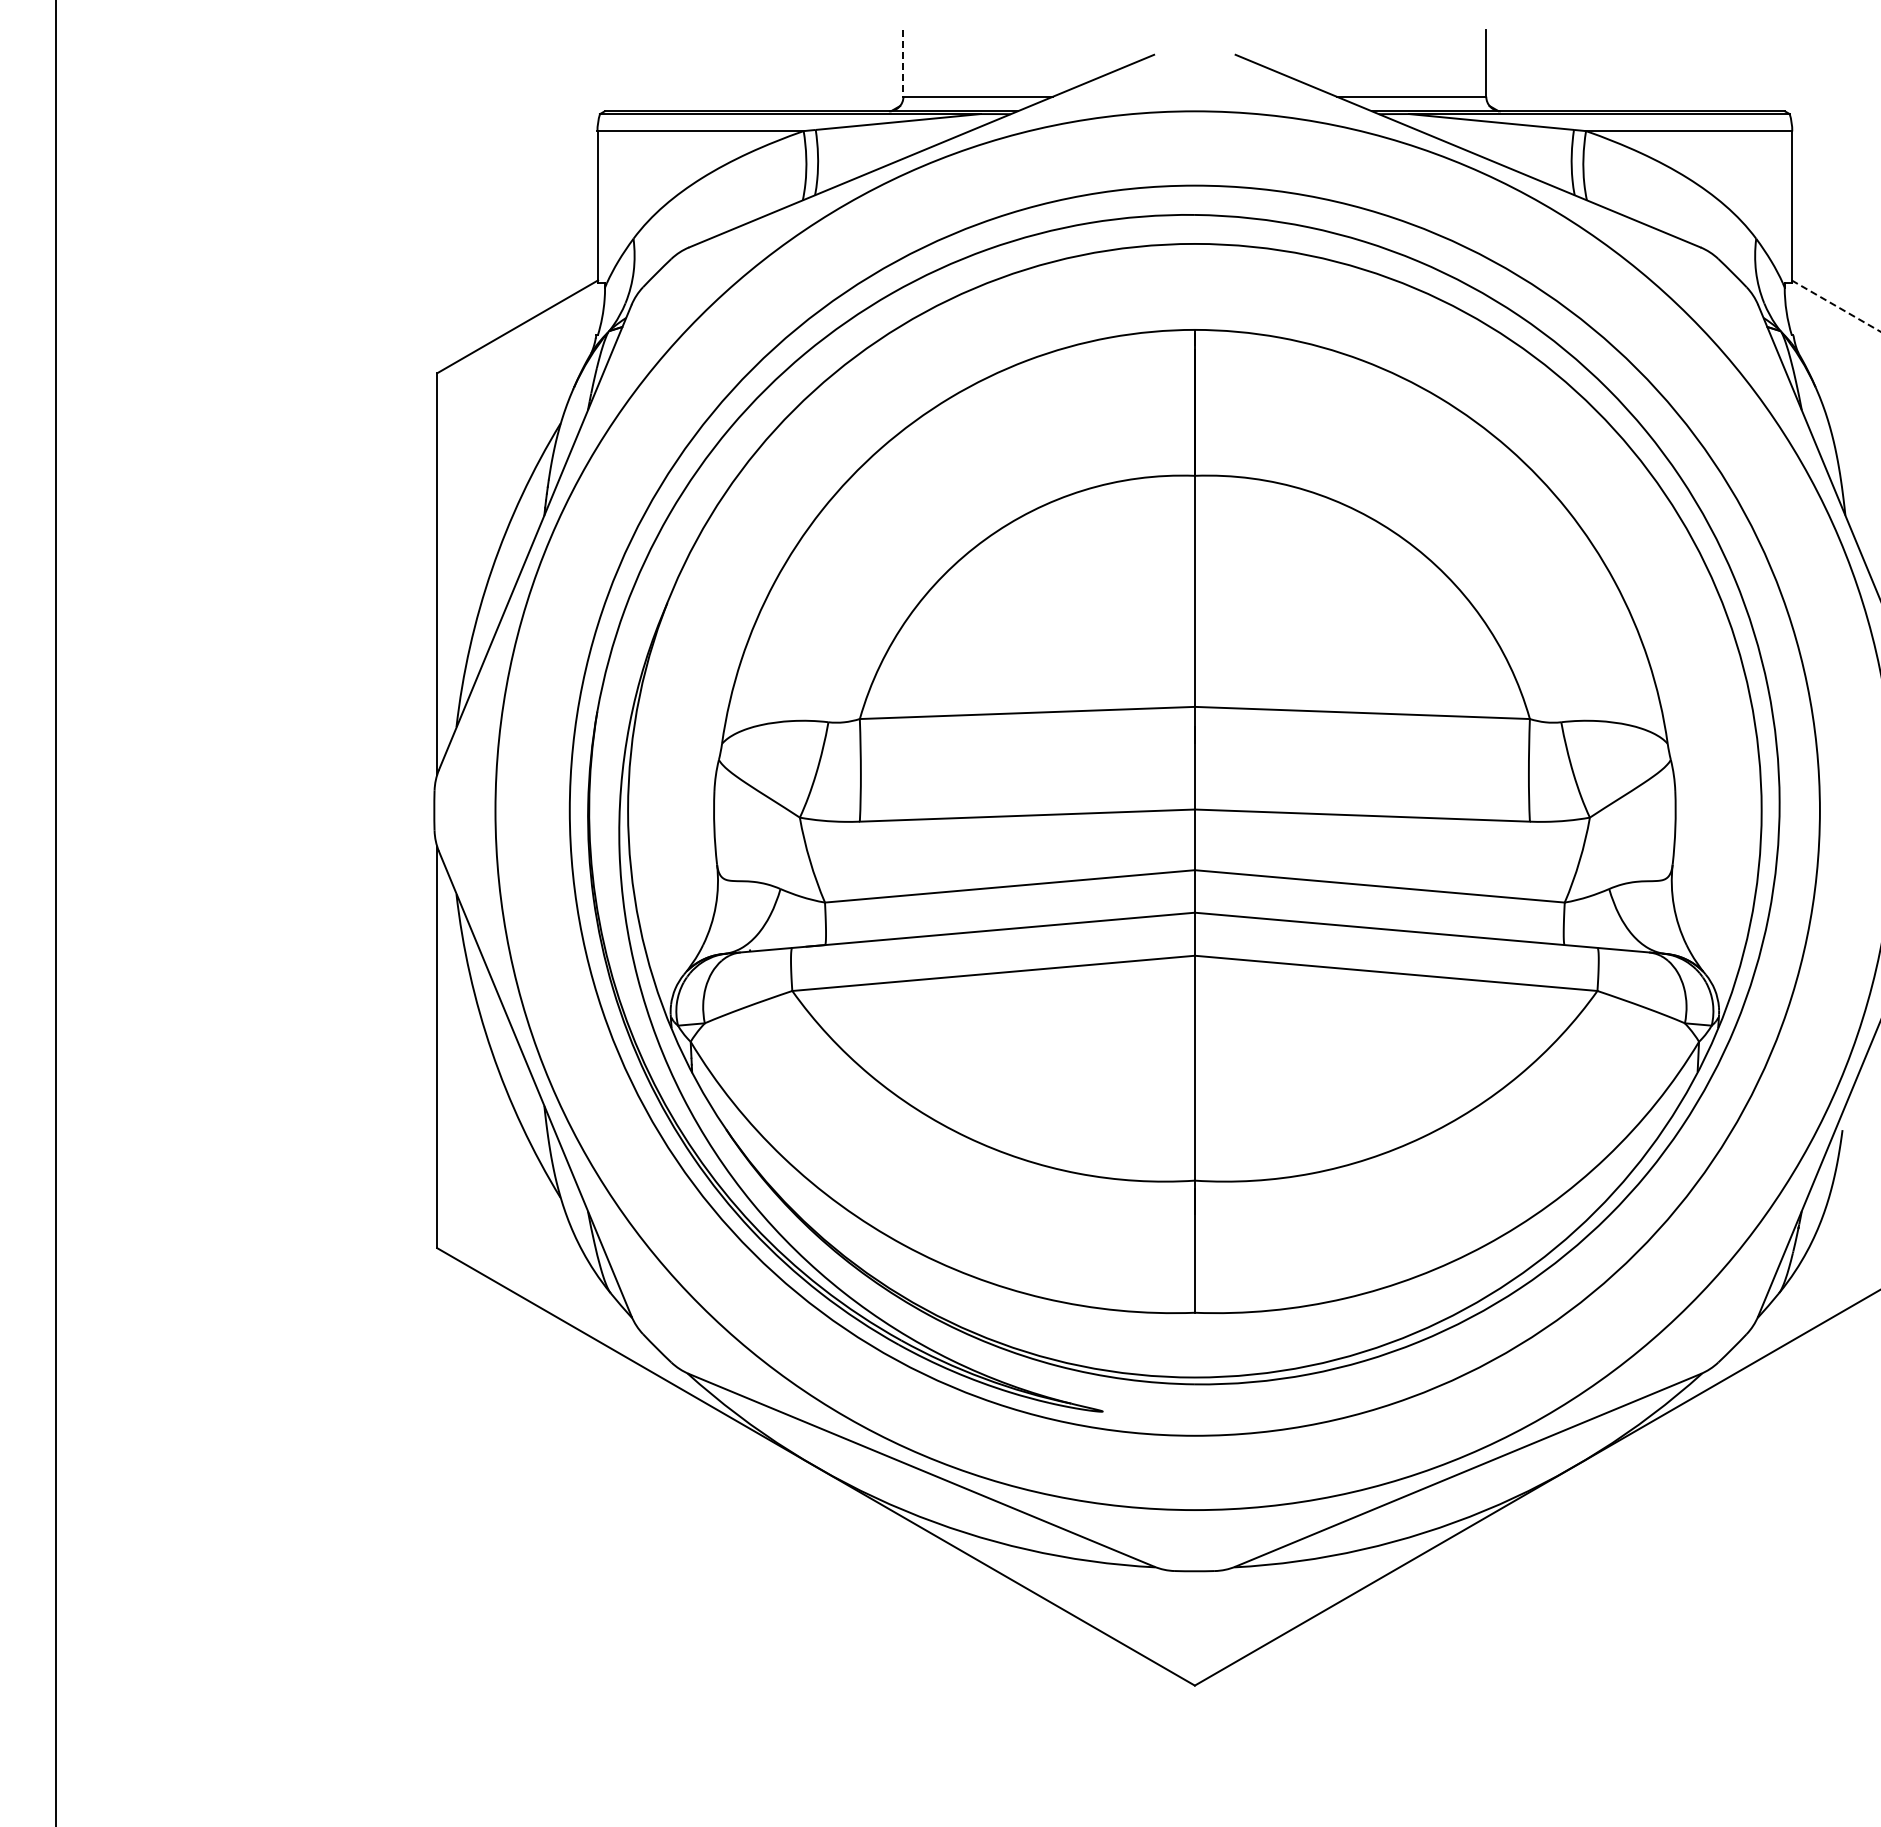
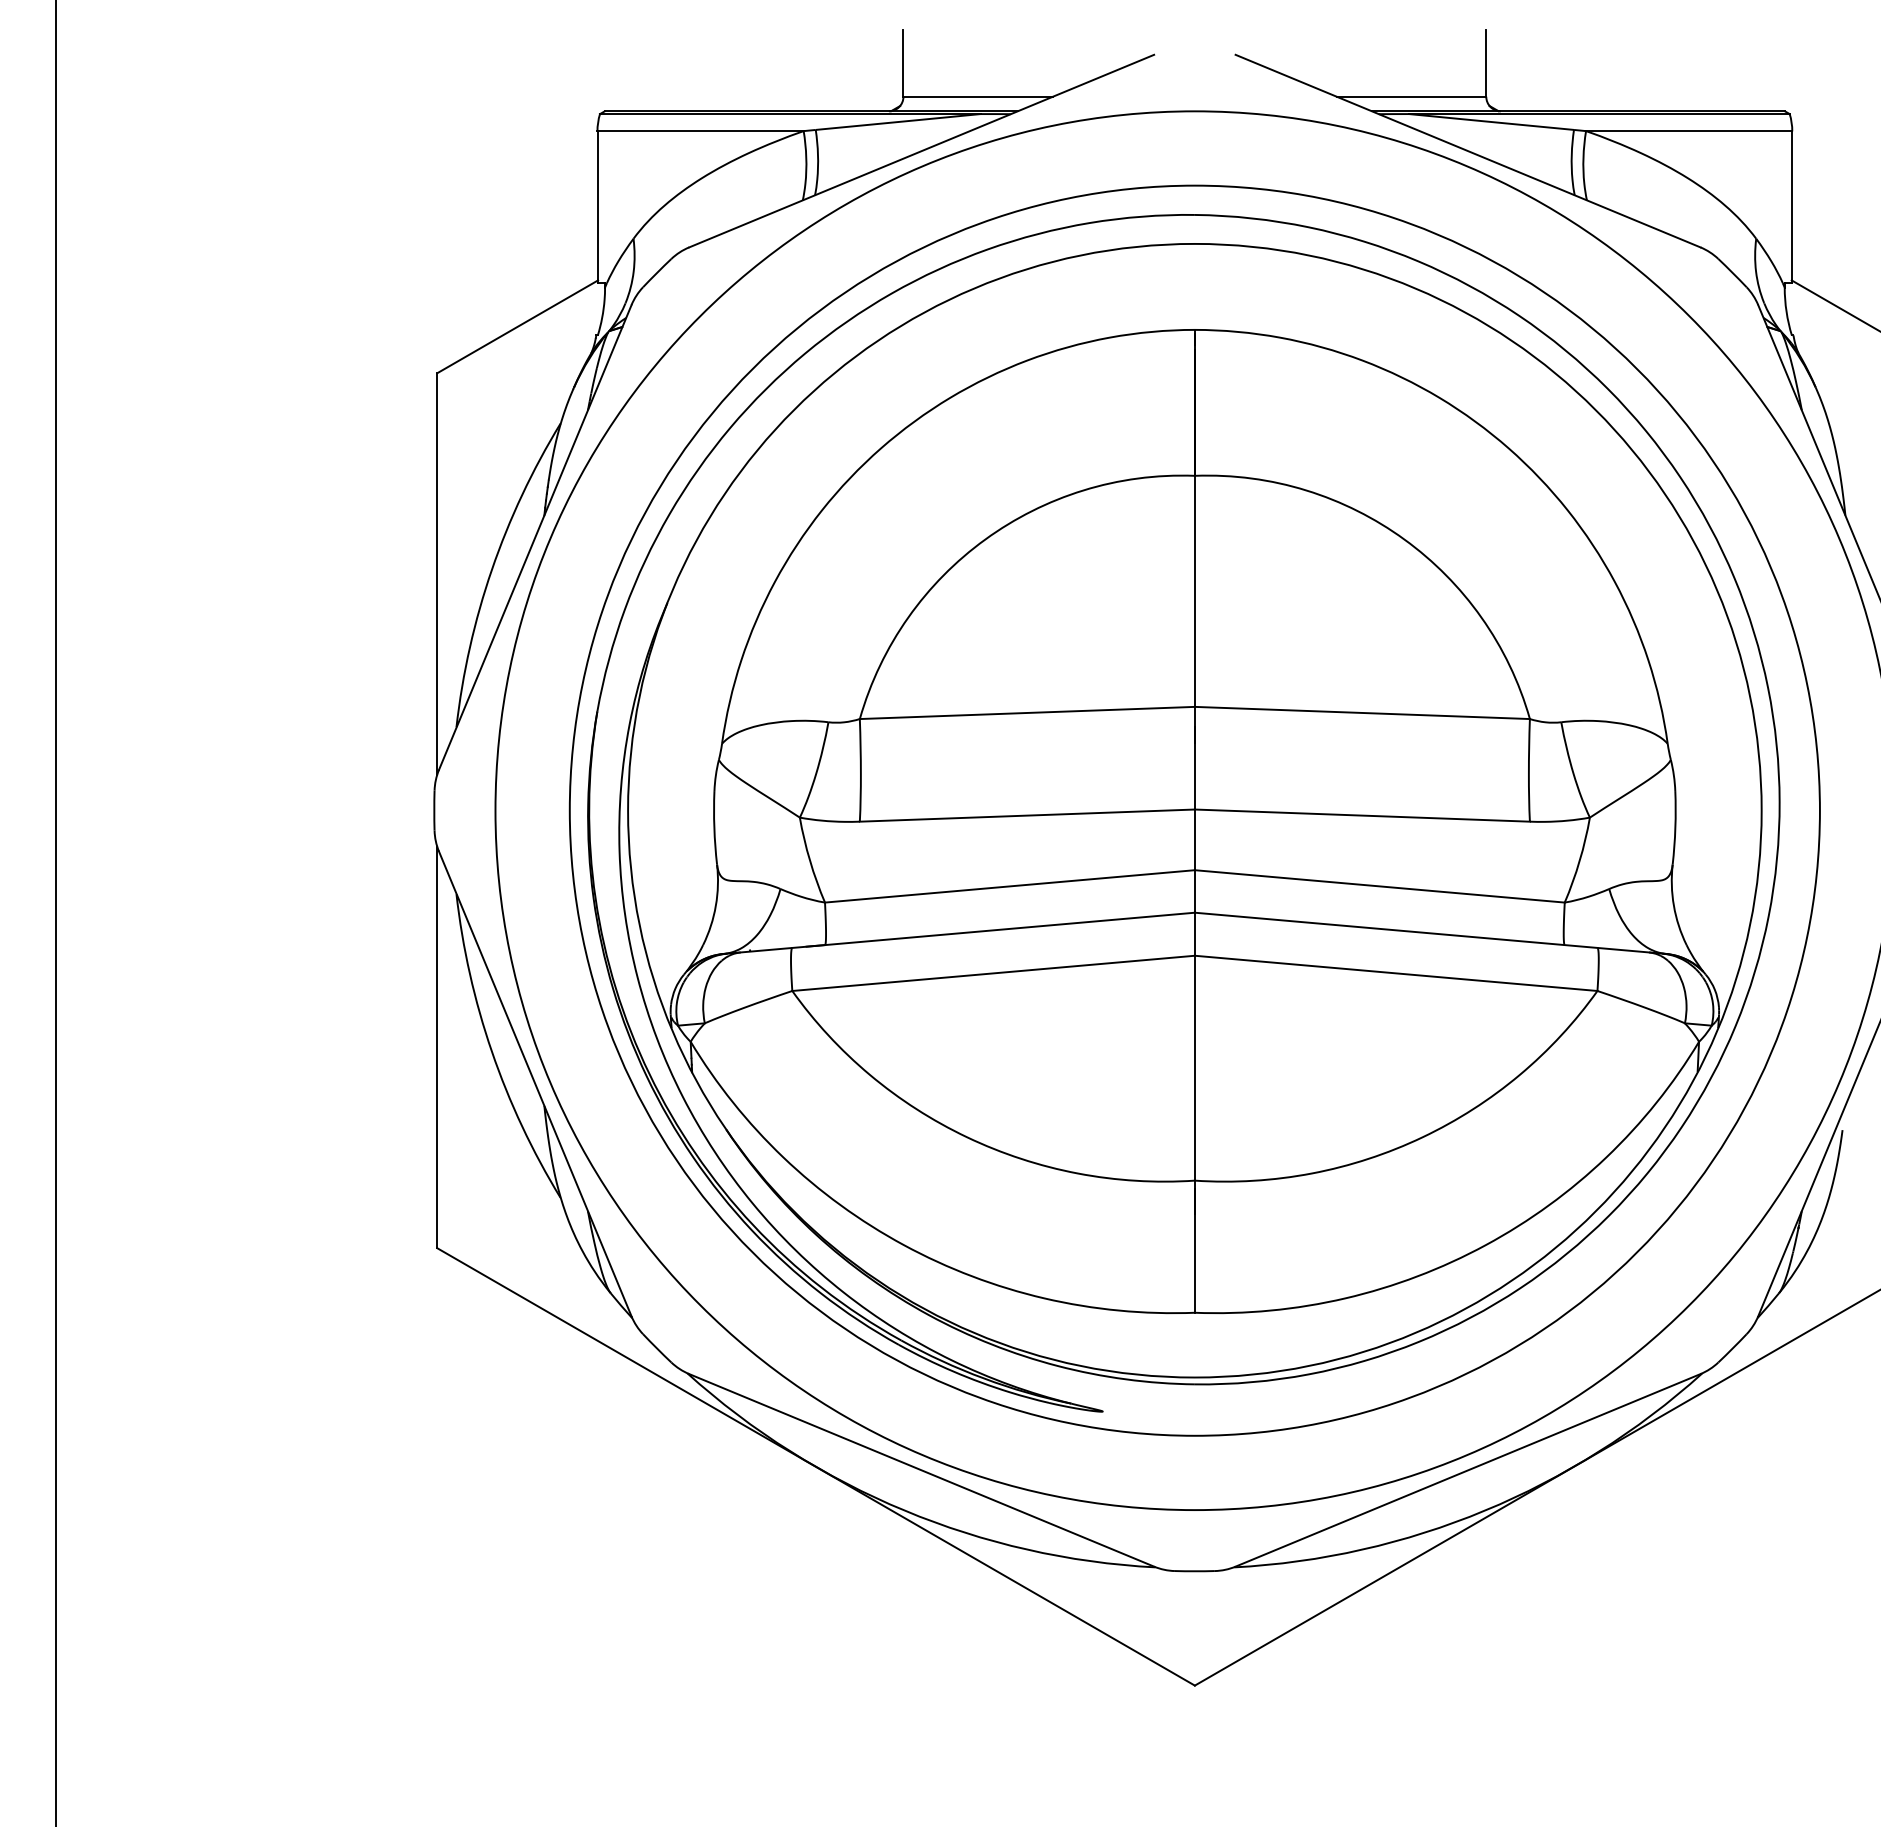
line at (903, 63): dashed -> solid
line at (1836, 306): dashed -> solid
